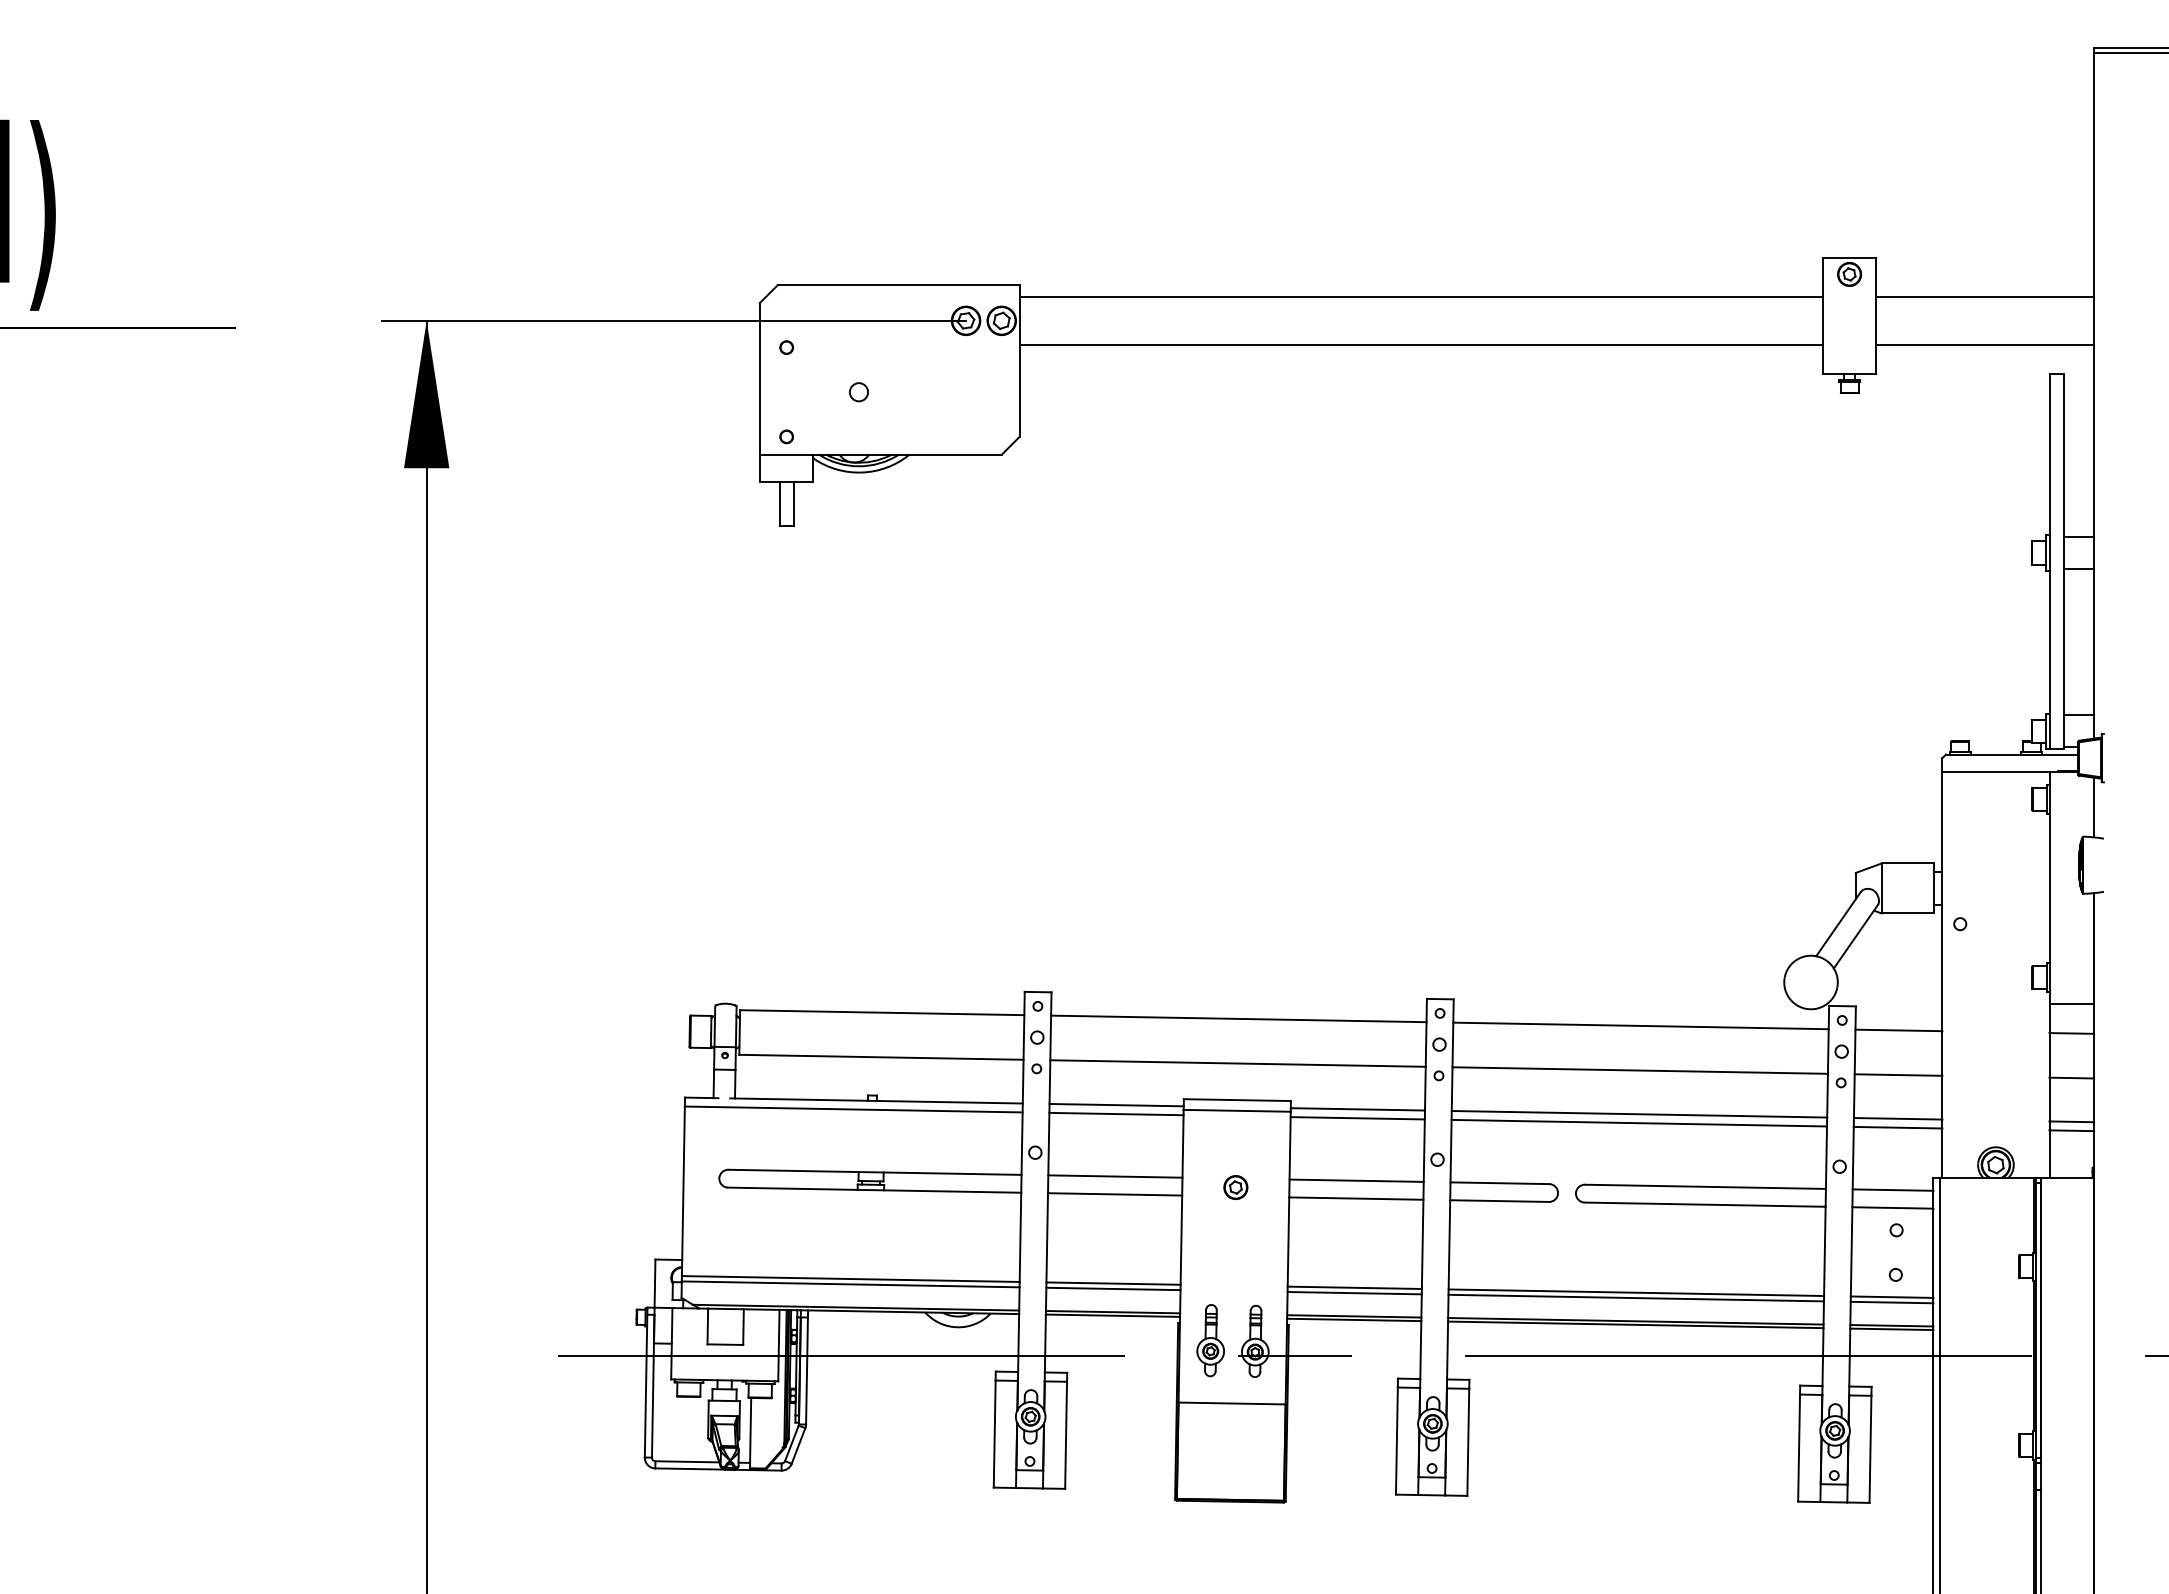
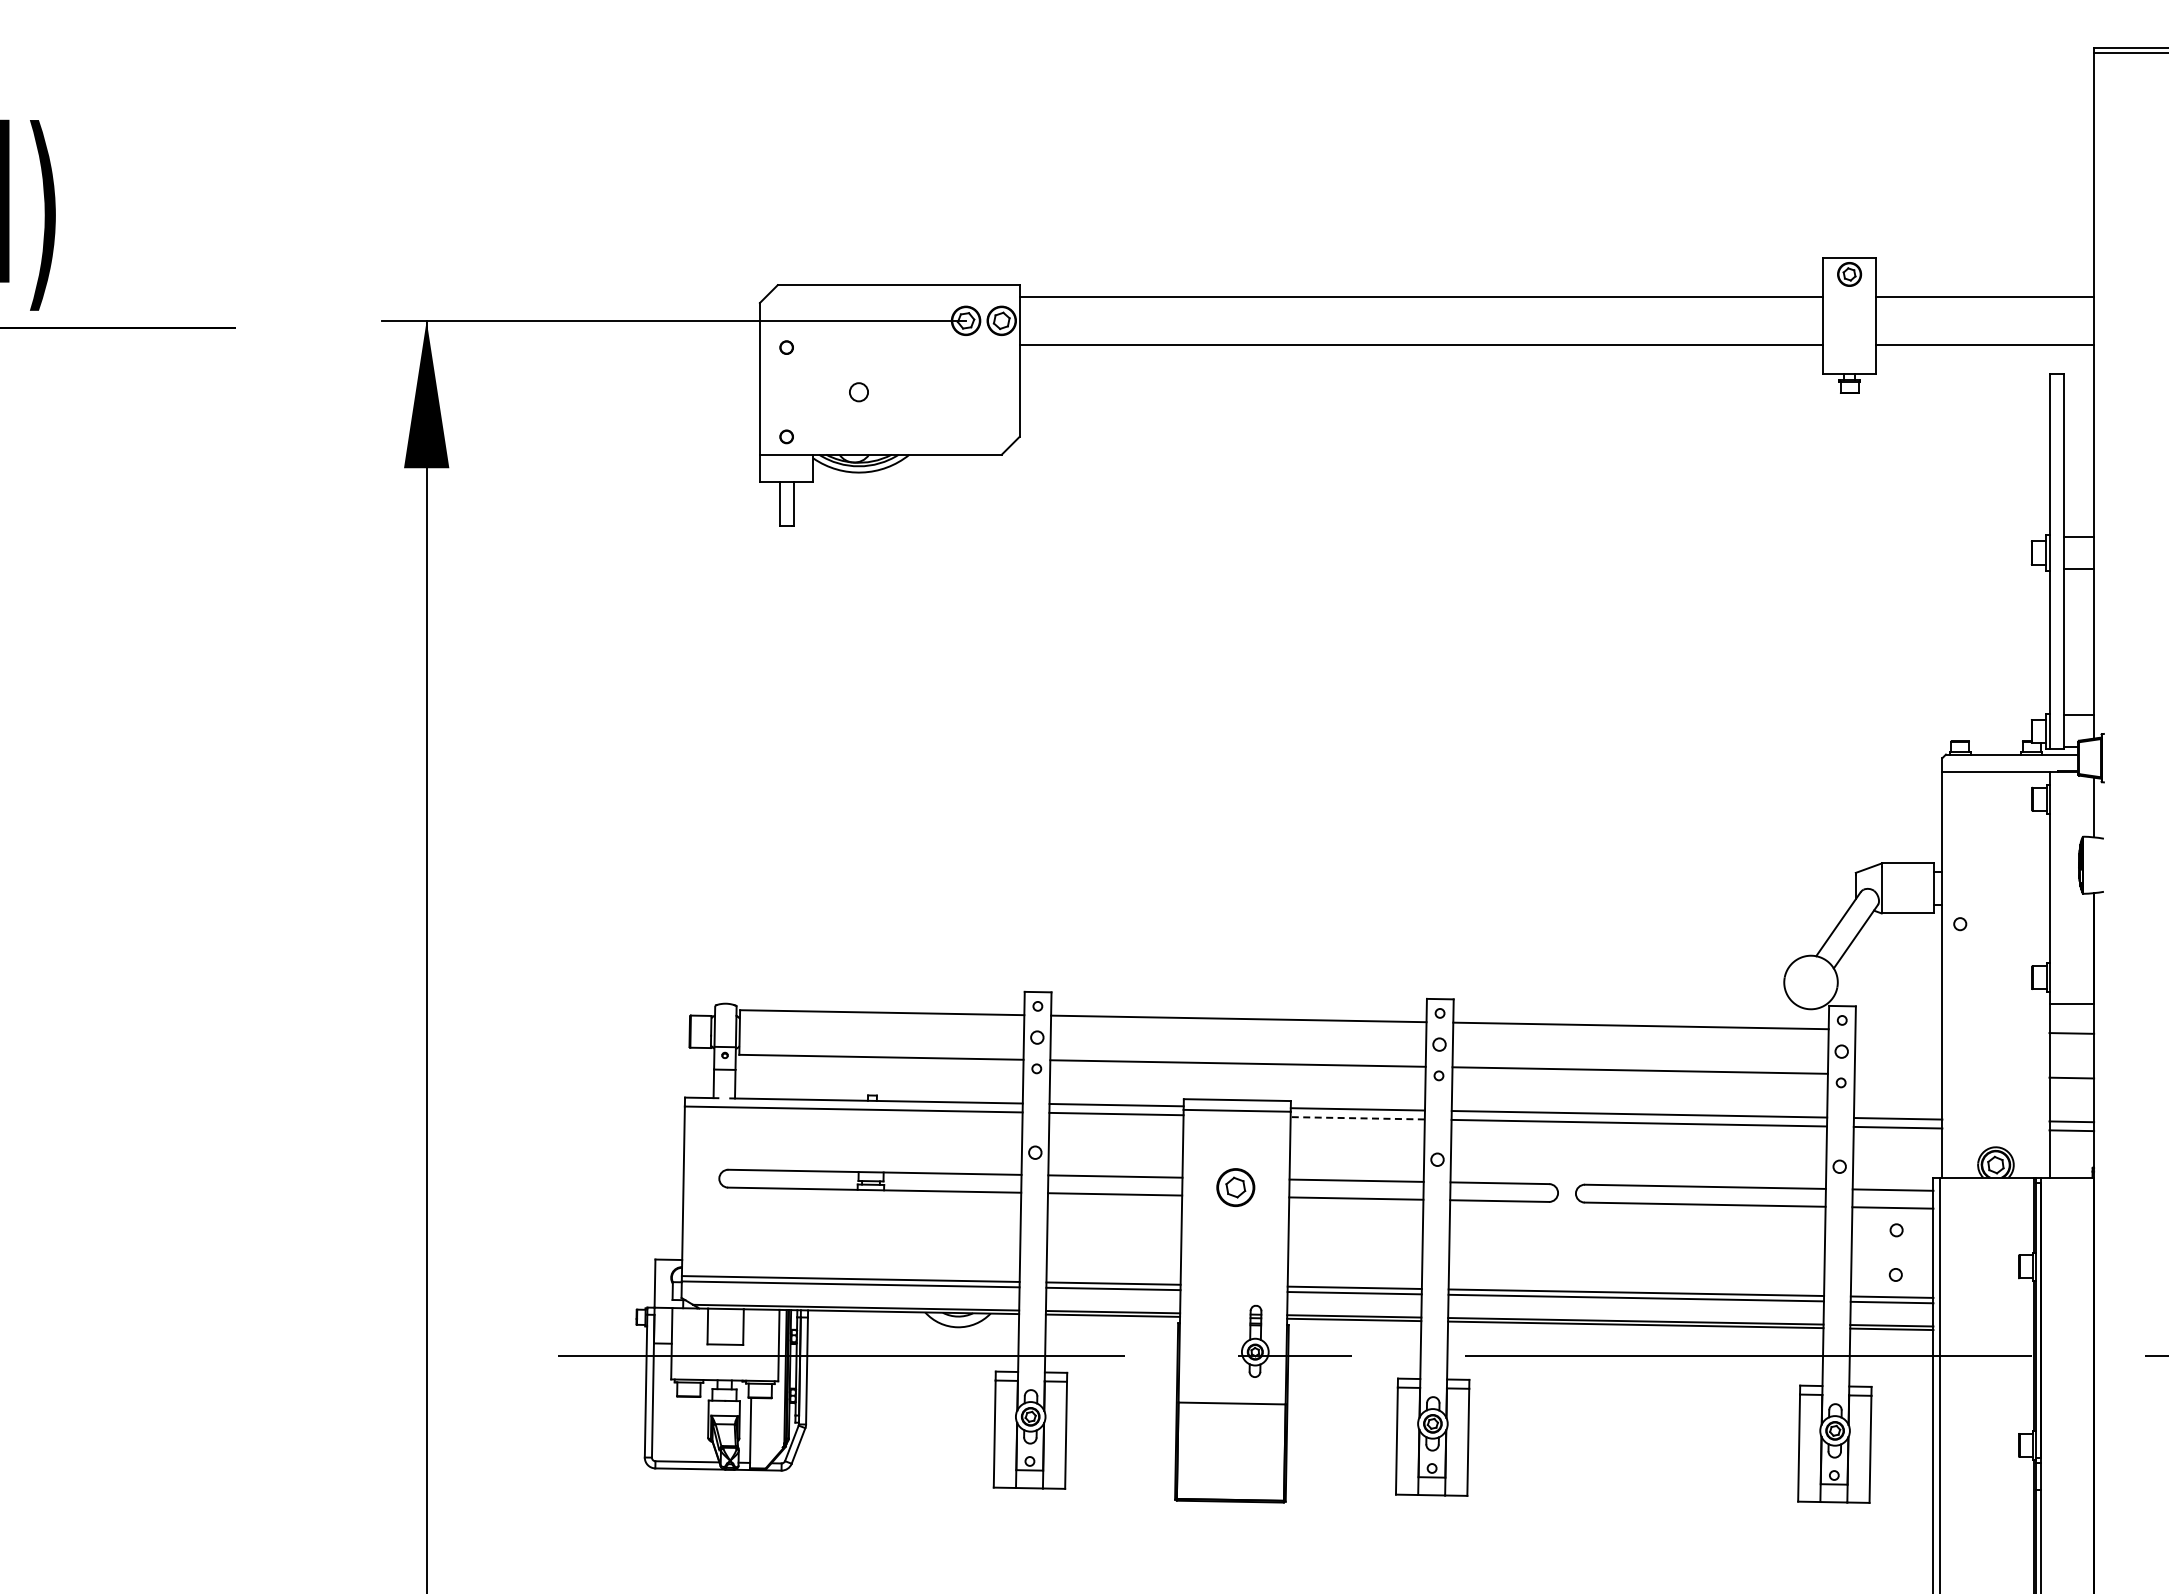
line at (1898, 1030): present -> none
line at (1898, 1074): present -> none
line at (1357, 1118): solid -> dashed
part at (1235, 1187) size: 26x25 px -> 40x39 px
part at (1210, 1340): present -> none
